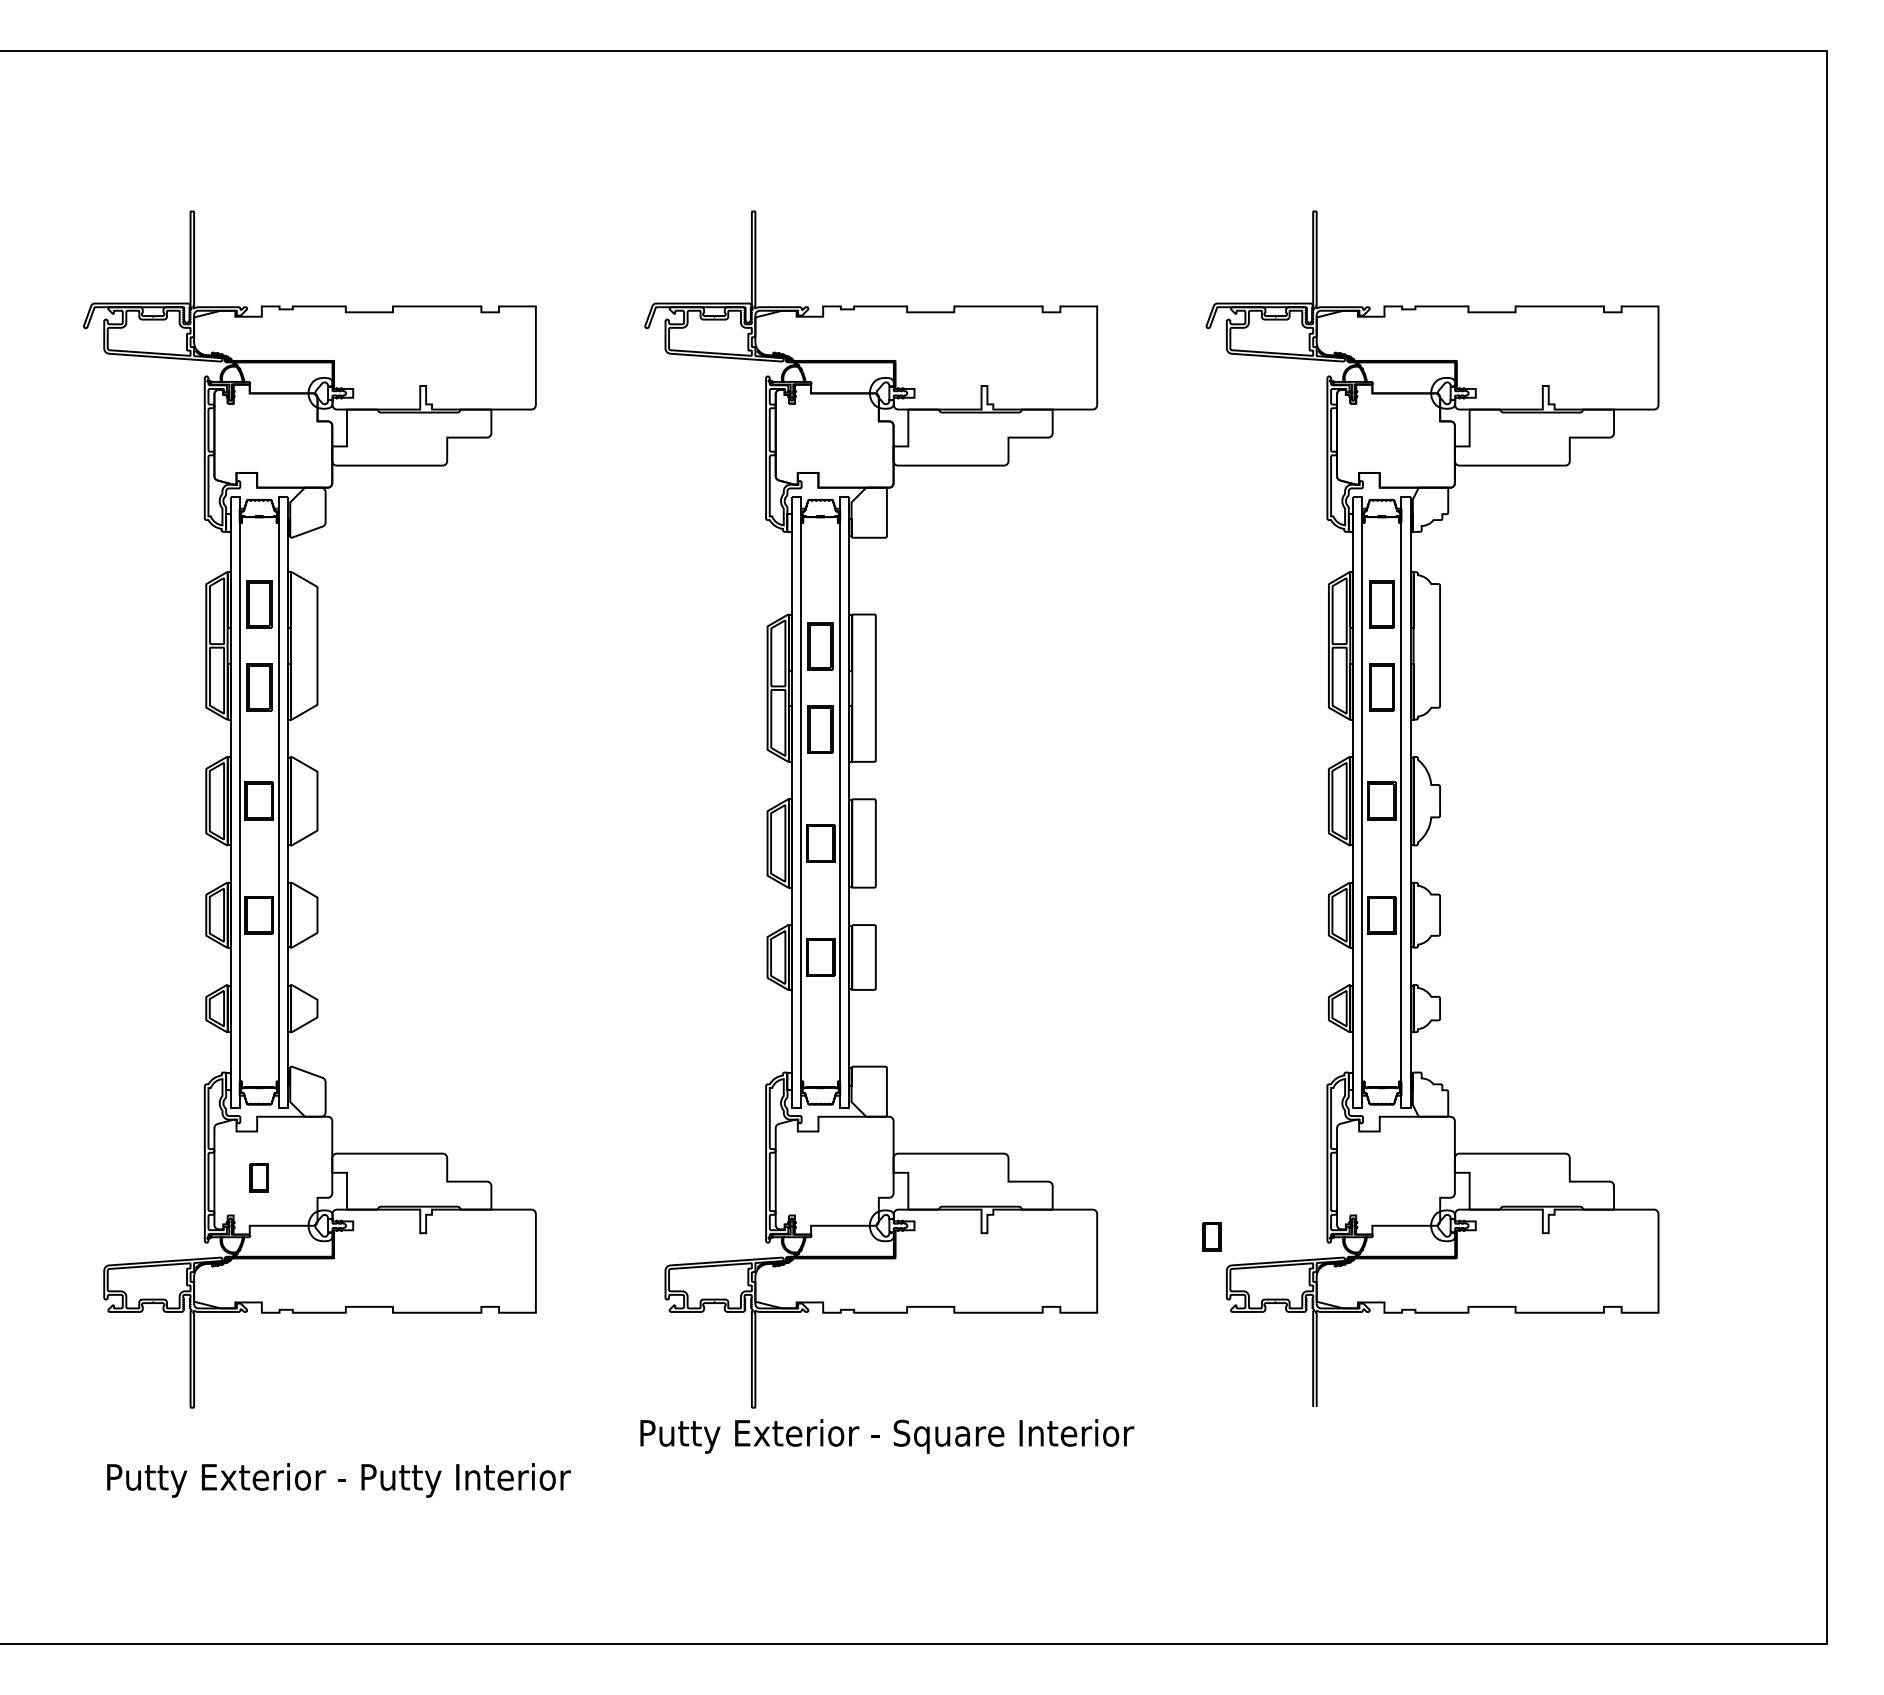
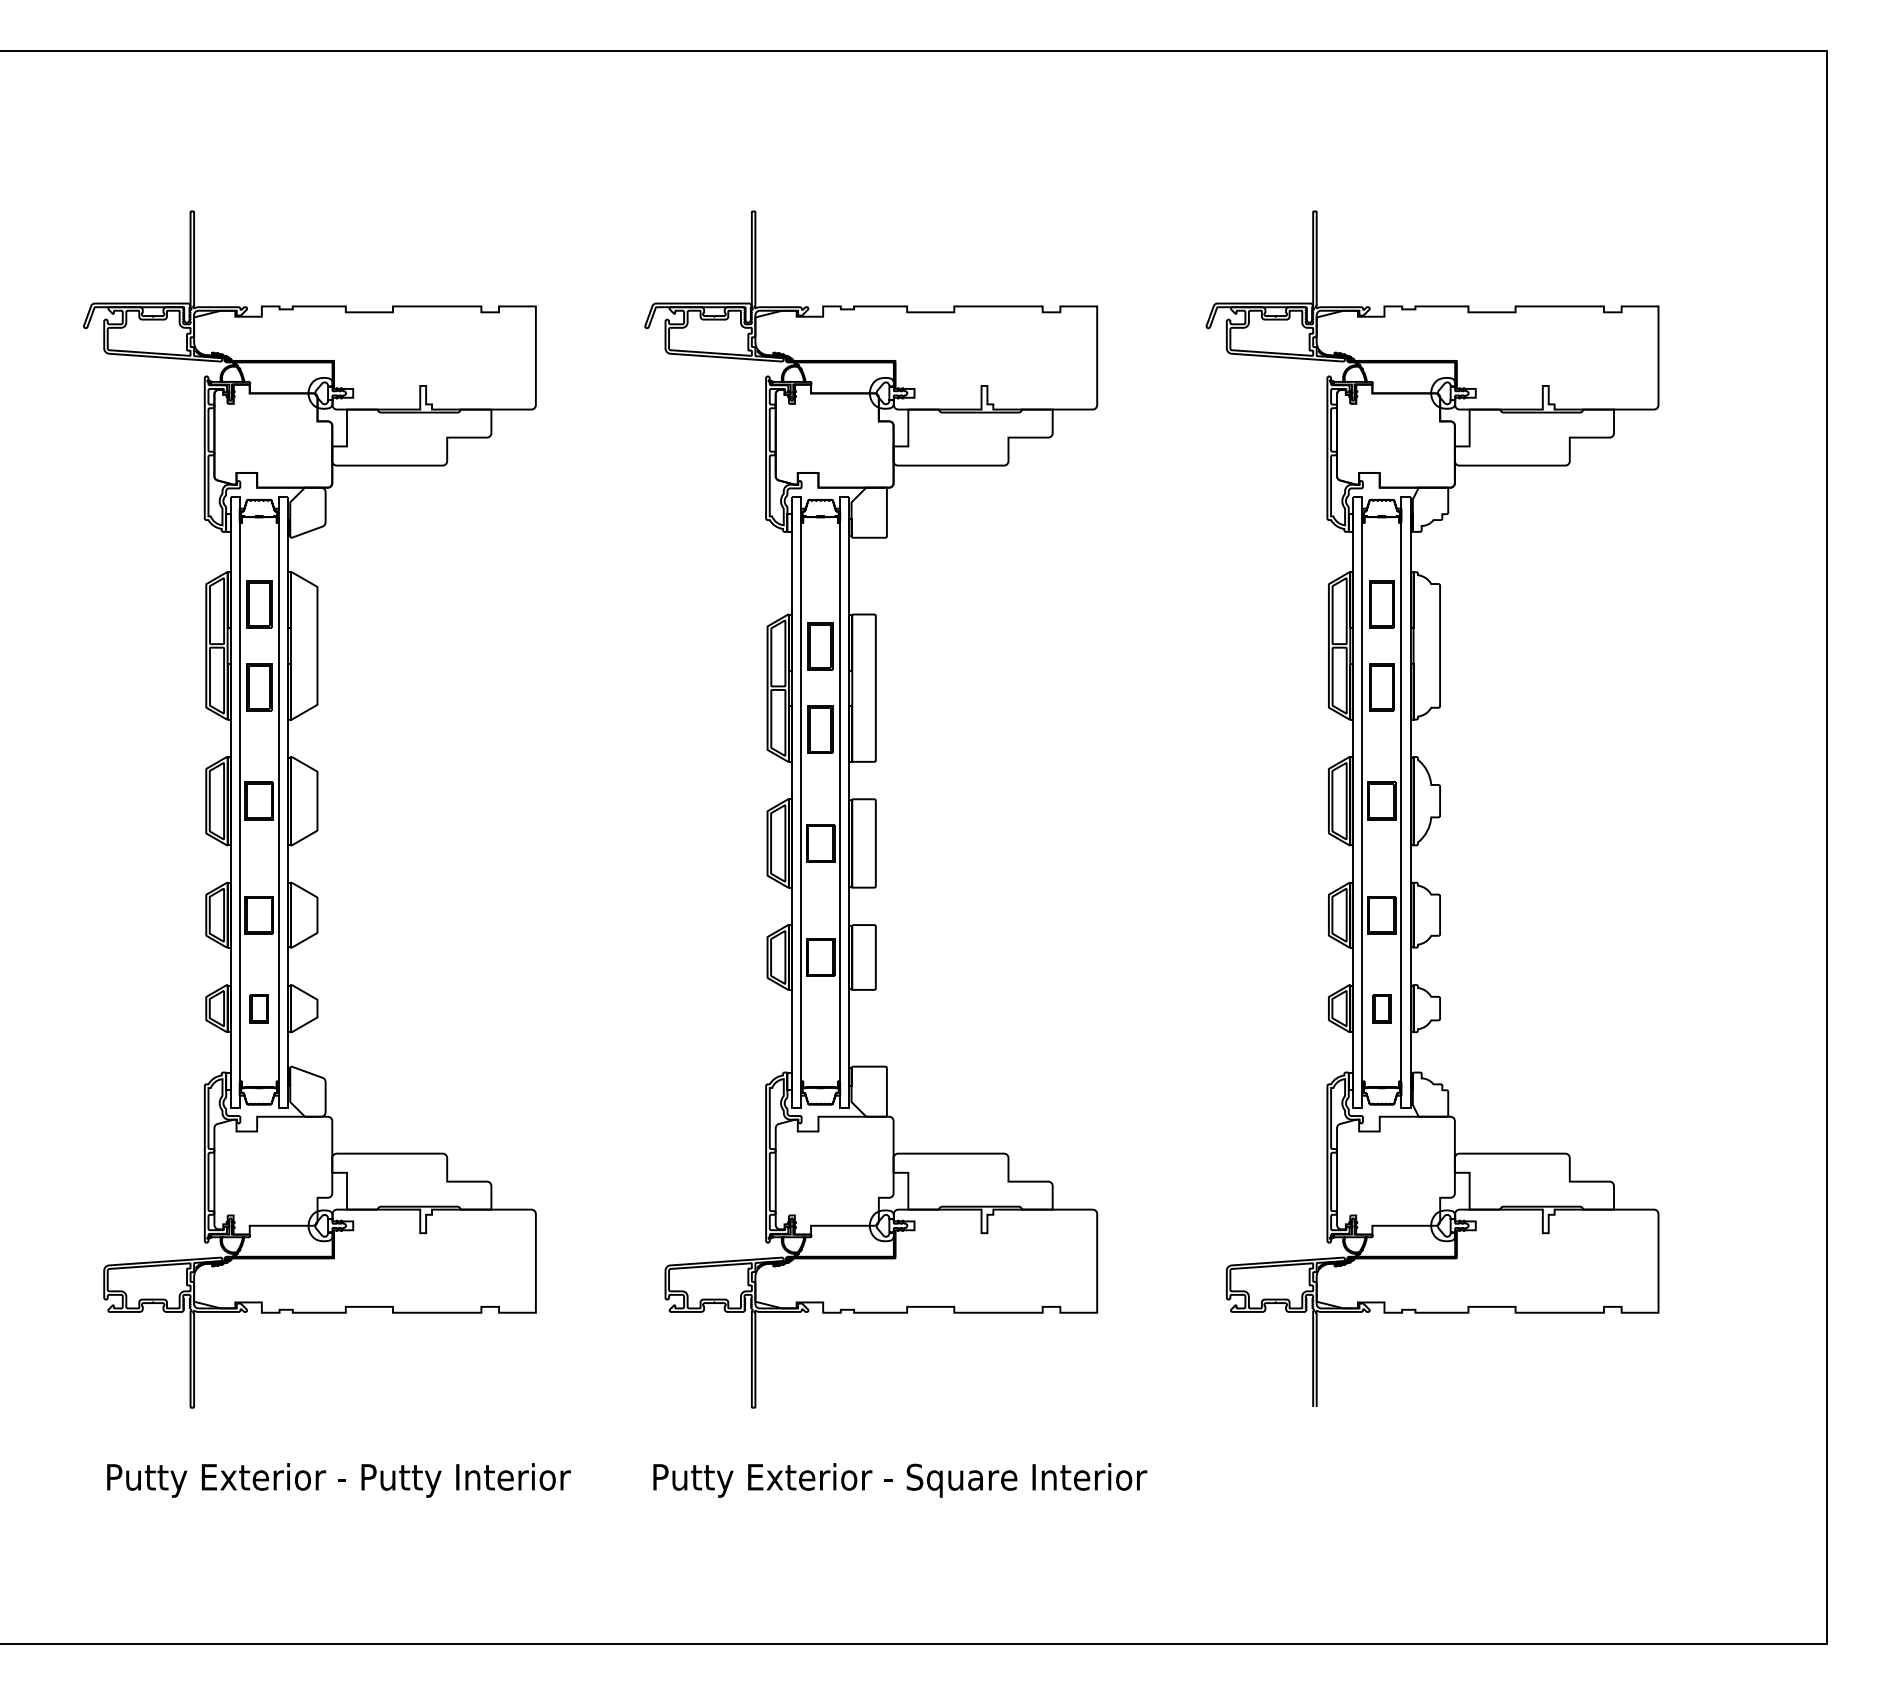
part at (258, 1177) position: (258, 1177) -> (258, 1008)
part at (1211, 1236) position: (1211, 1236) -> (1381, 1008)
text at (887, 1436) position: (887, 1436) -> (900, 1480)
